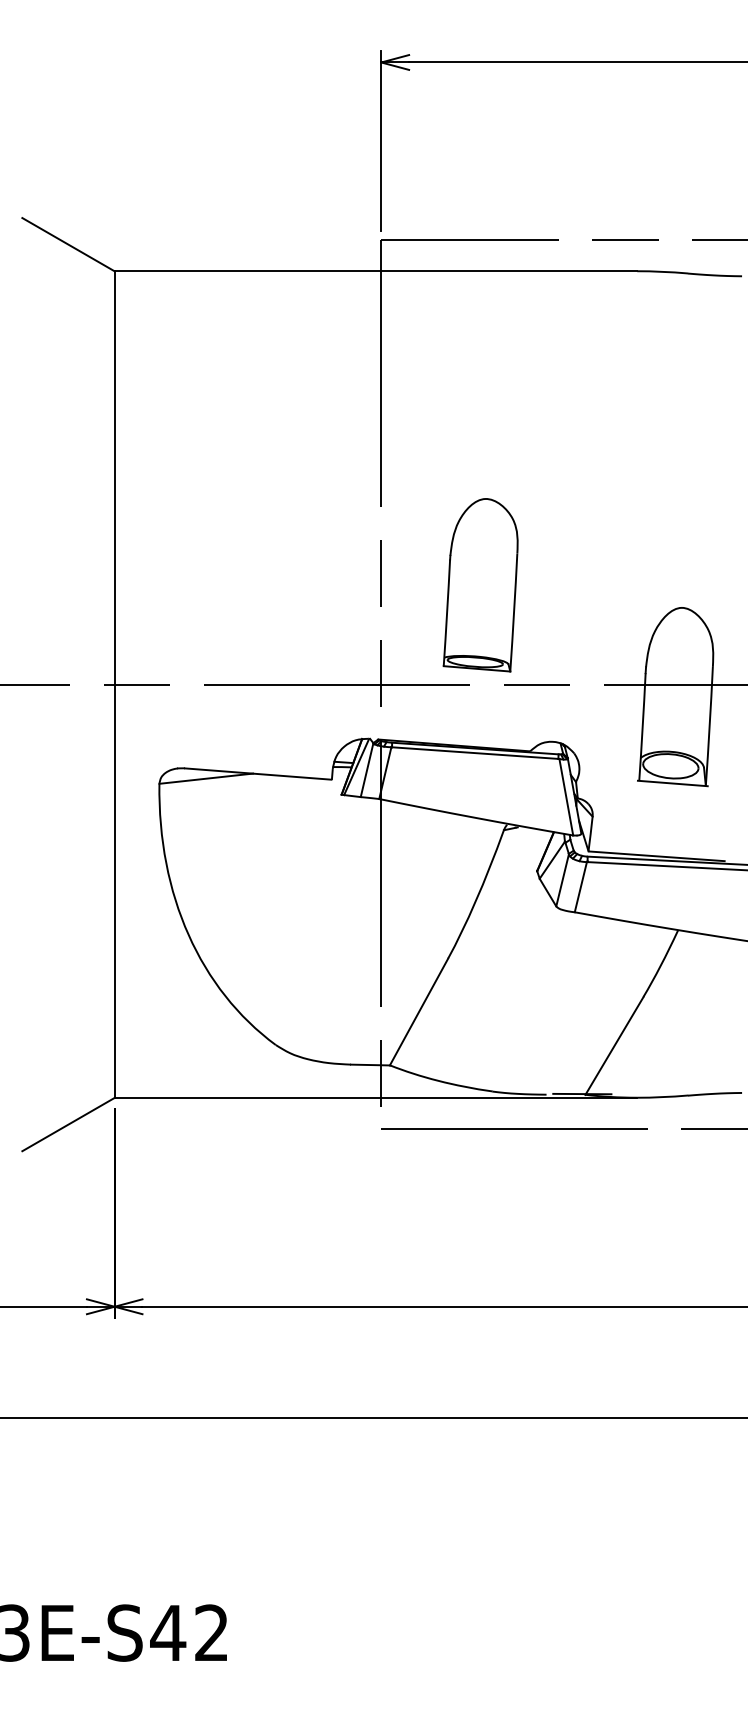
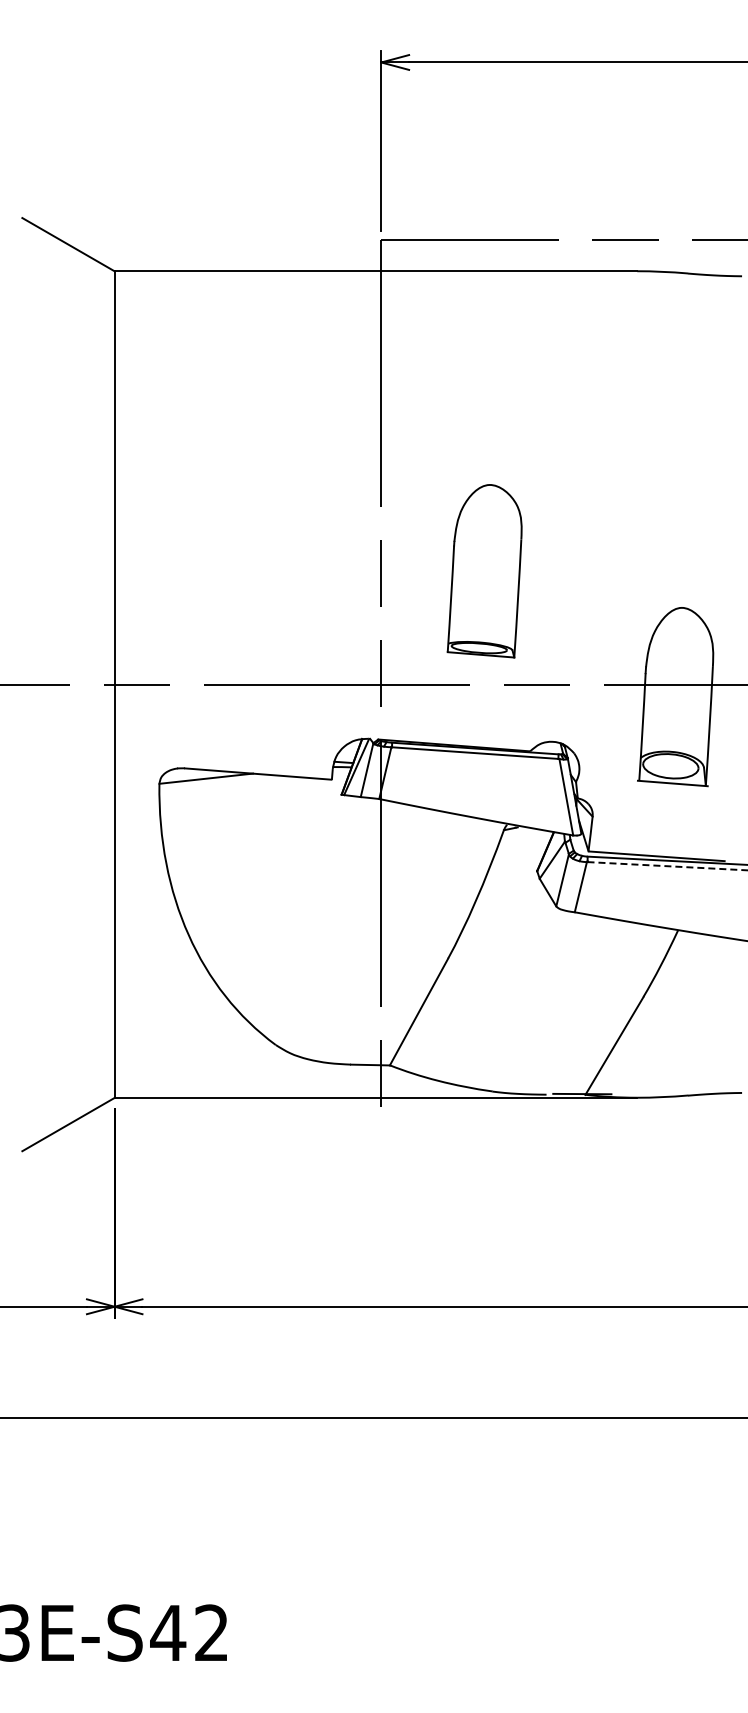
part at (480, 585) position: (480, 585) -> (484, 571)
line at (667, 866): solid -> dashed
line at (562, 1129): present -> none
